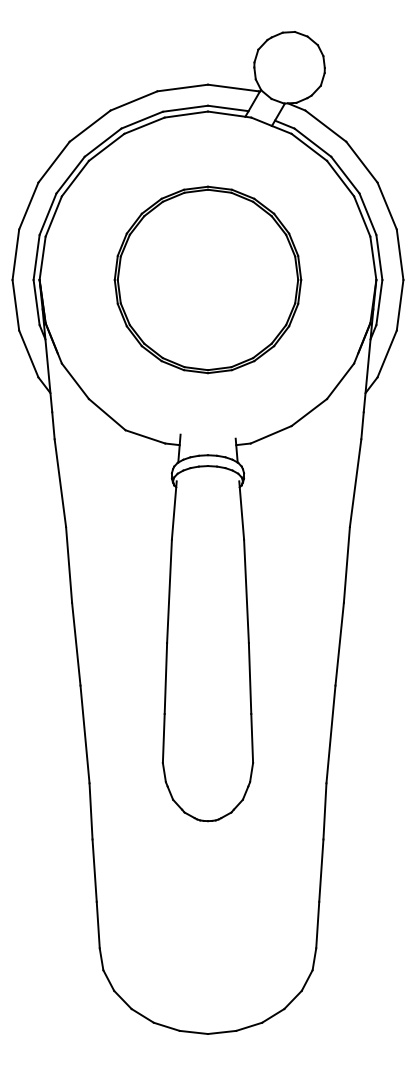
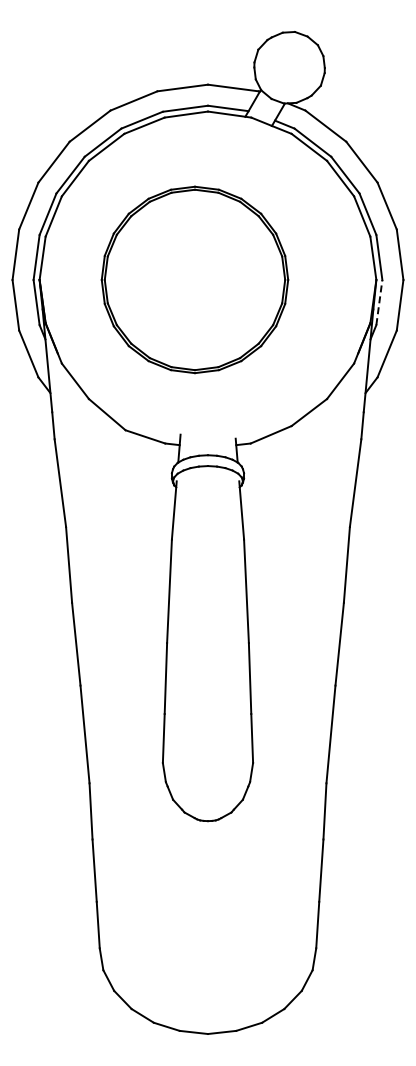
part at (207, 279) position: (207, 279) -> (194, 279)
line at (379, 302): solid -> dashed
